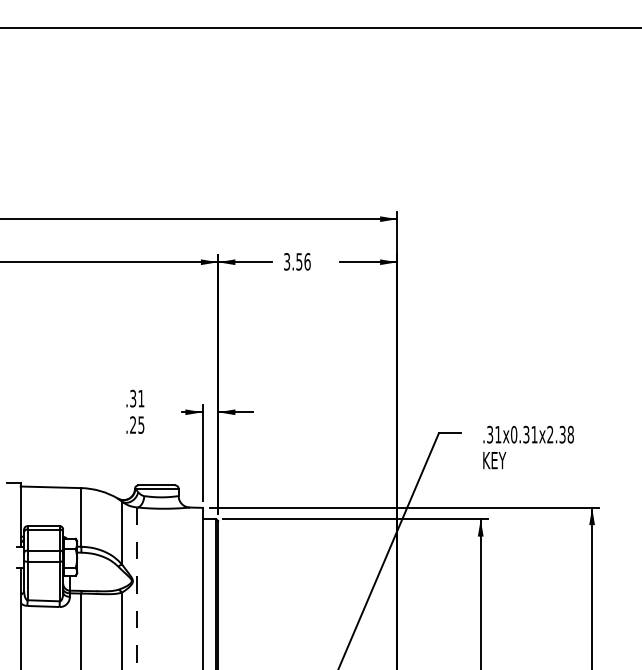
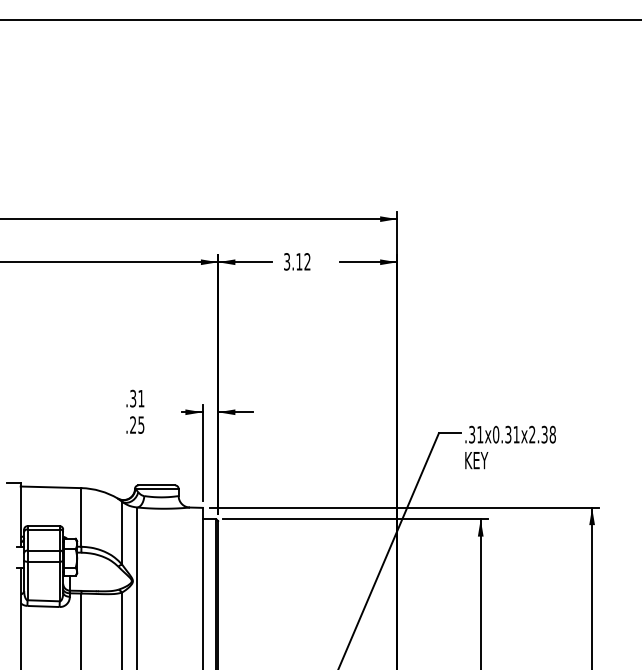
line at (320, 28) position: (320, 28) -> (320, 20)
text at (303, 261): 3.56 -> 3.12
text at (528, 447) position: (528, 447) -> (510, 447)
line at (137, 588): dashed -> solid
